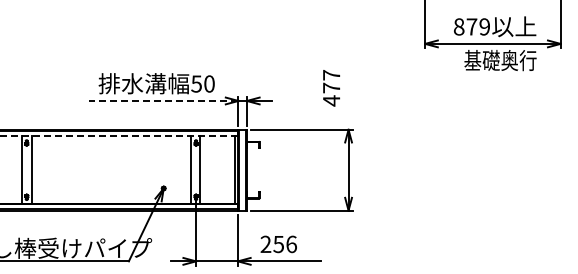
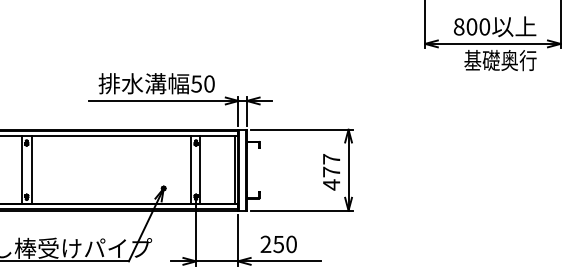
text at (478, 26): 879 -> 800
text at (331, 88) position: (331, 88) -> (331, 172)
line at (163, 100): dashed -> solid
line at (119, 136): dashed -> solid
text at (291, 243): 256 -> 250
